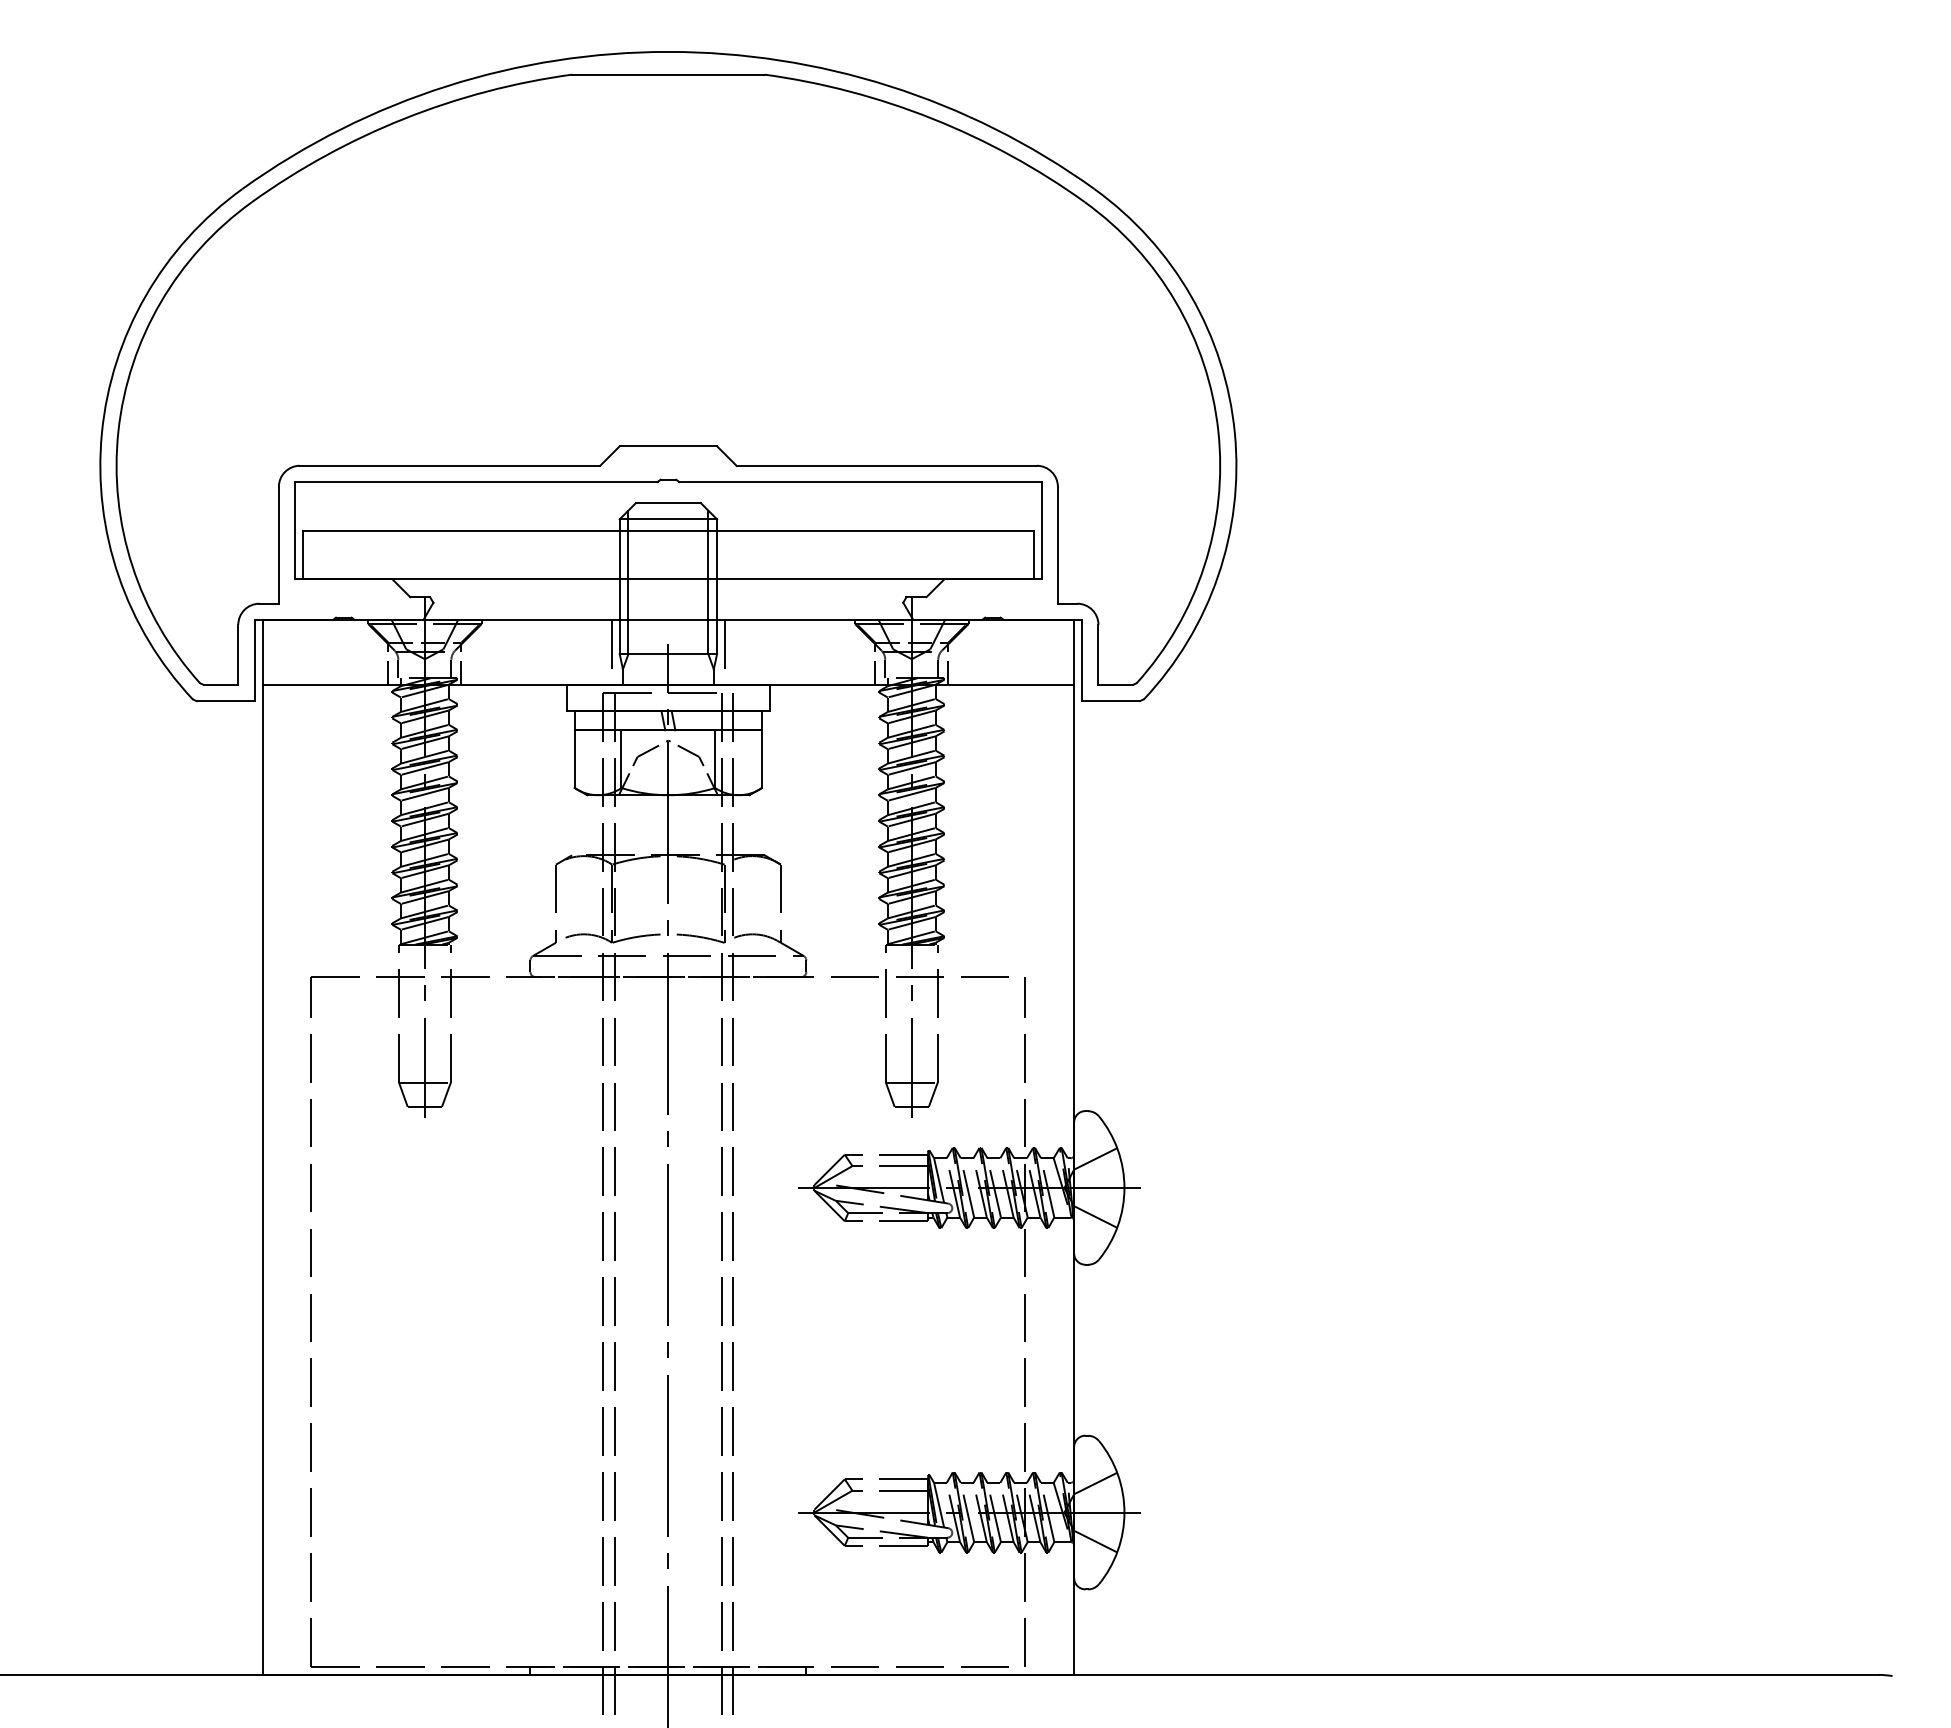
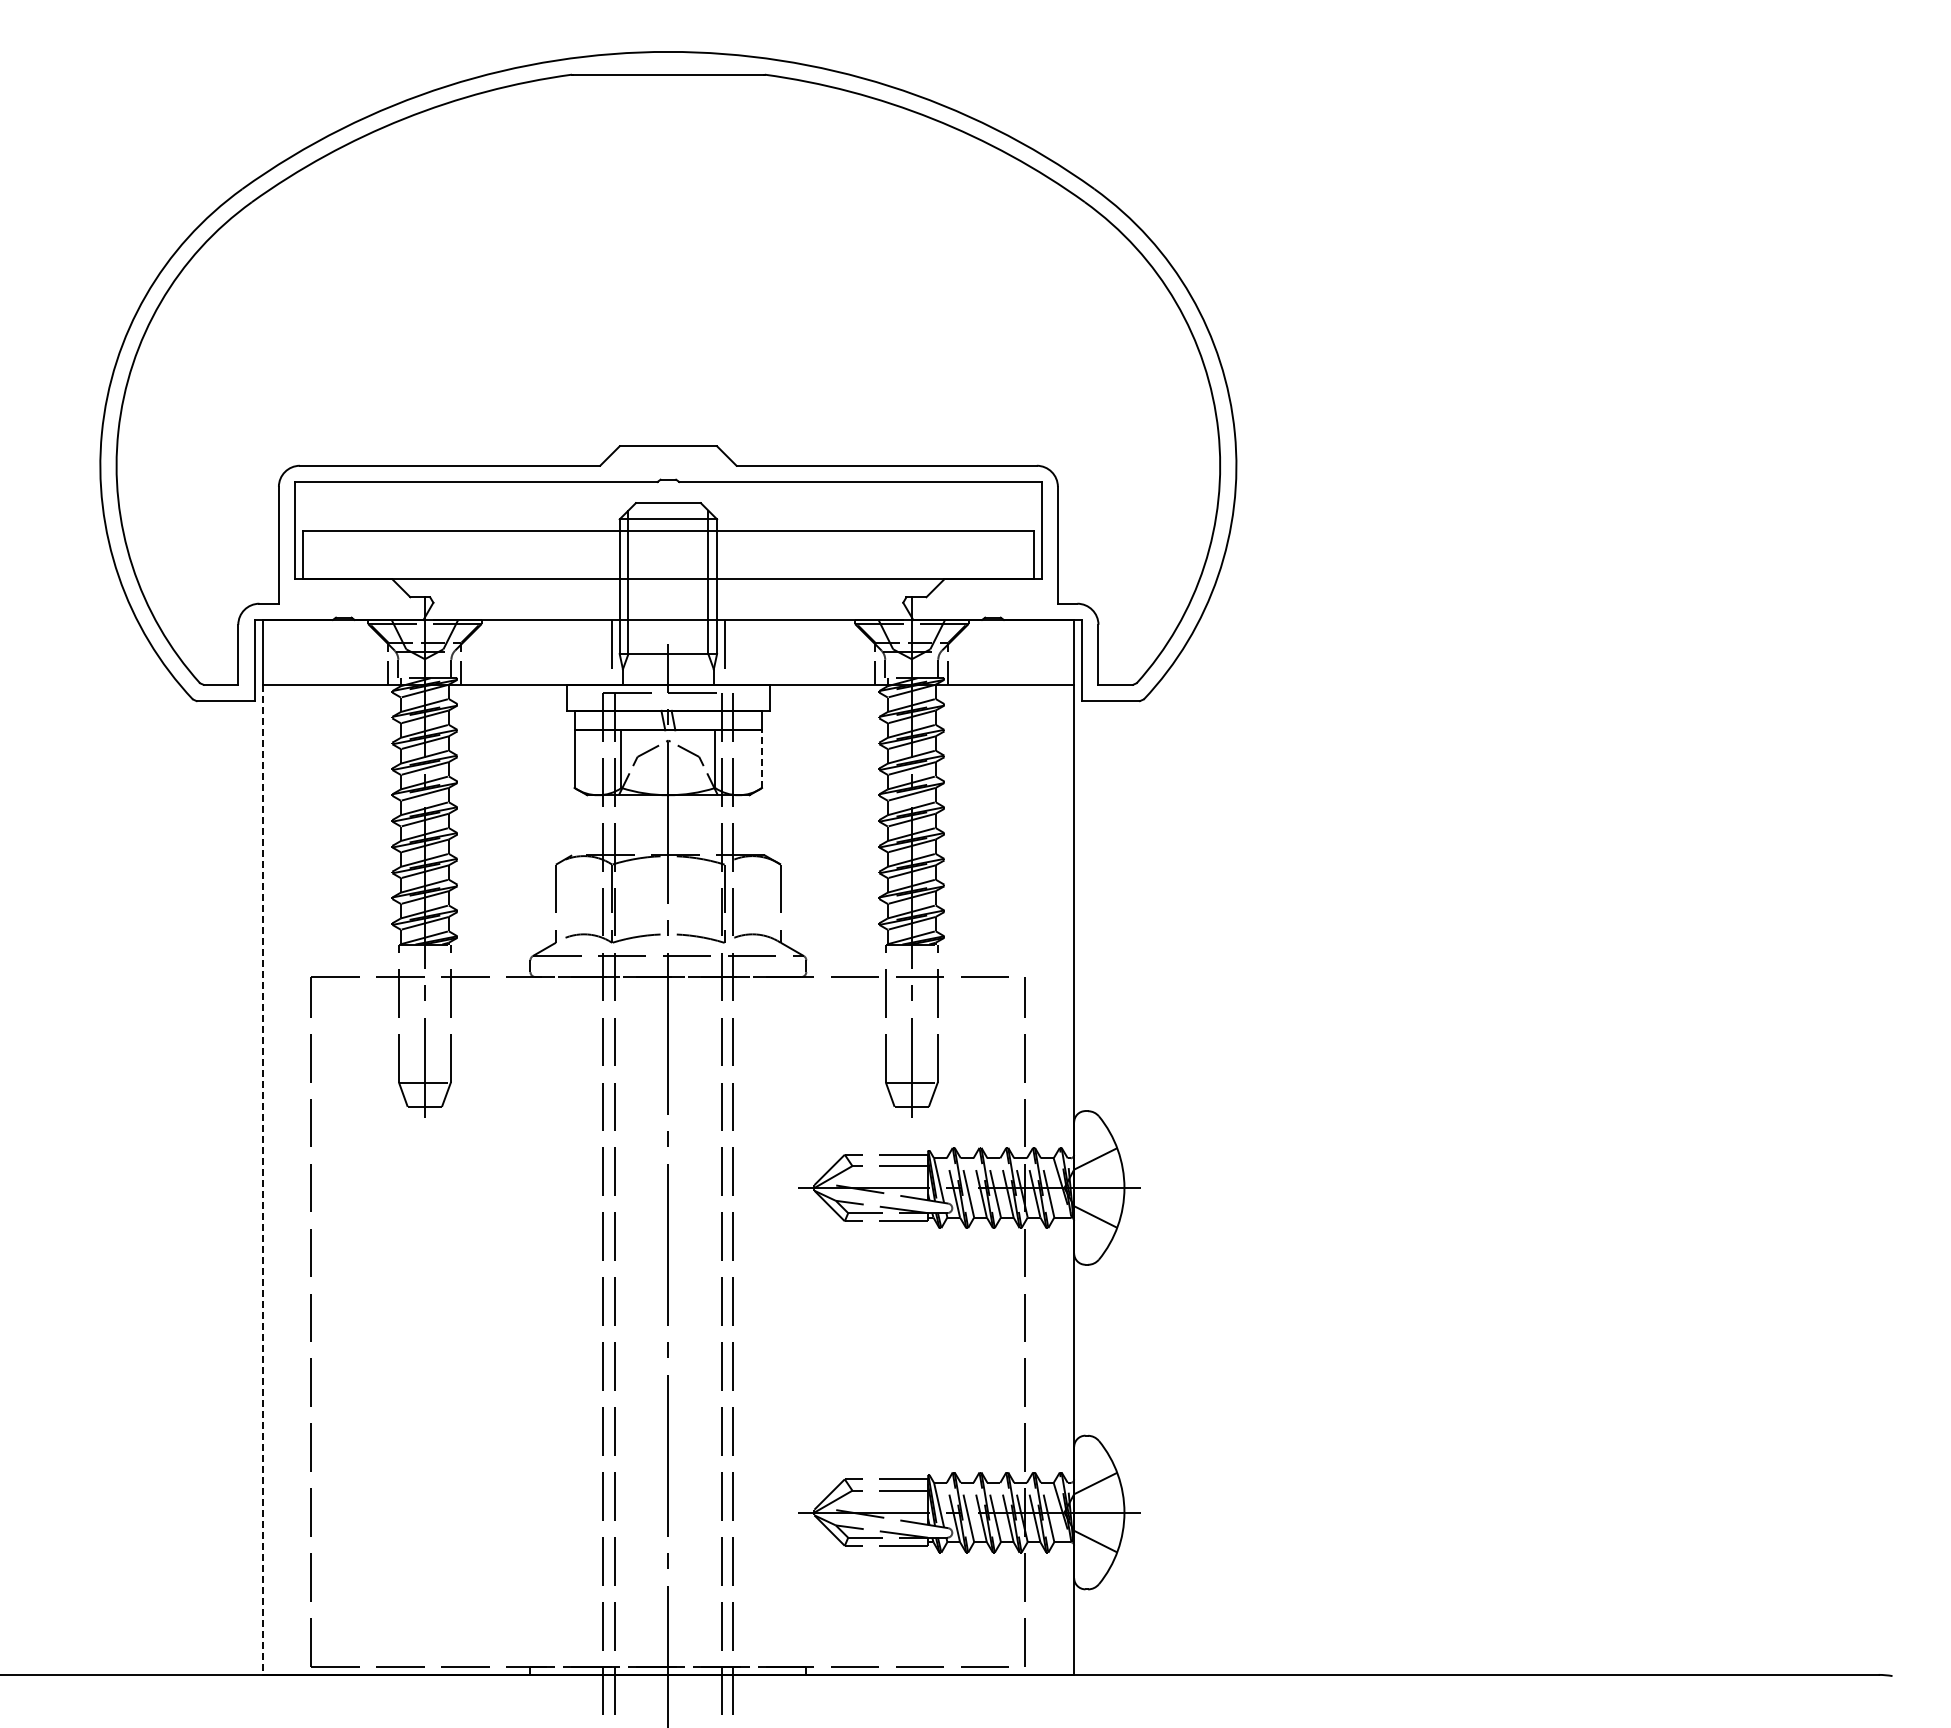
line at (762, 759): solid -> dashed
line at (262, 1180): solid -> dashed
